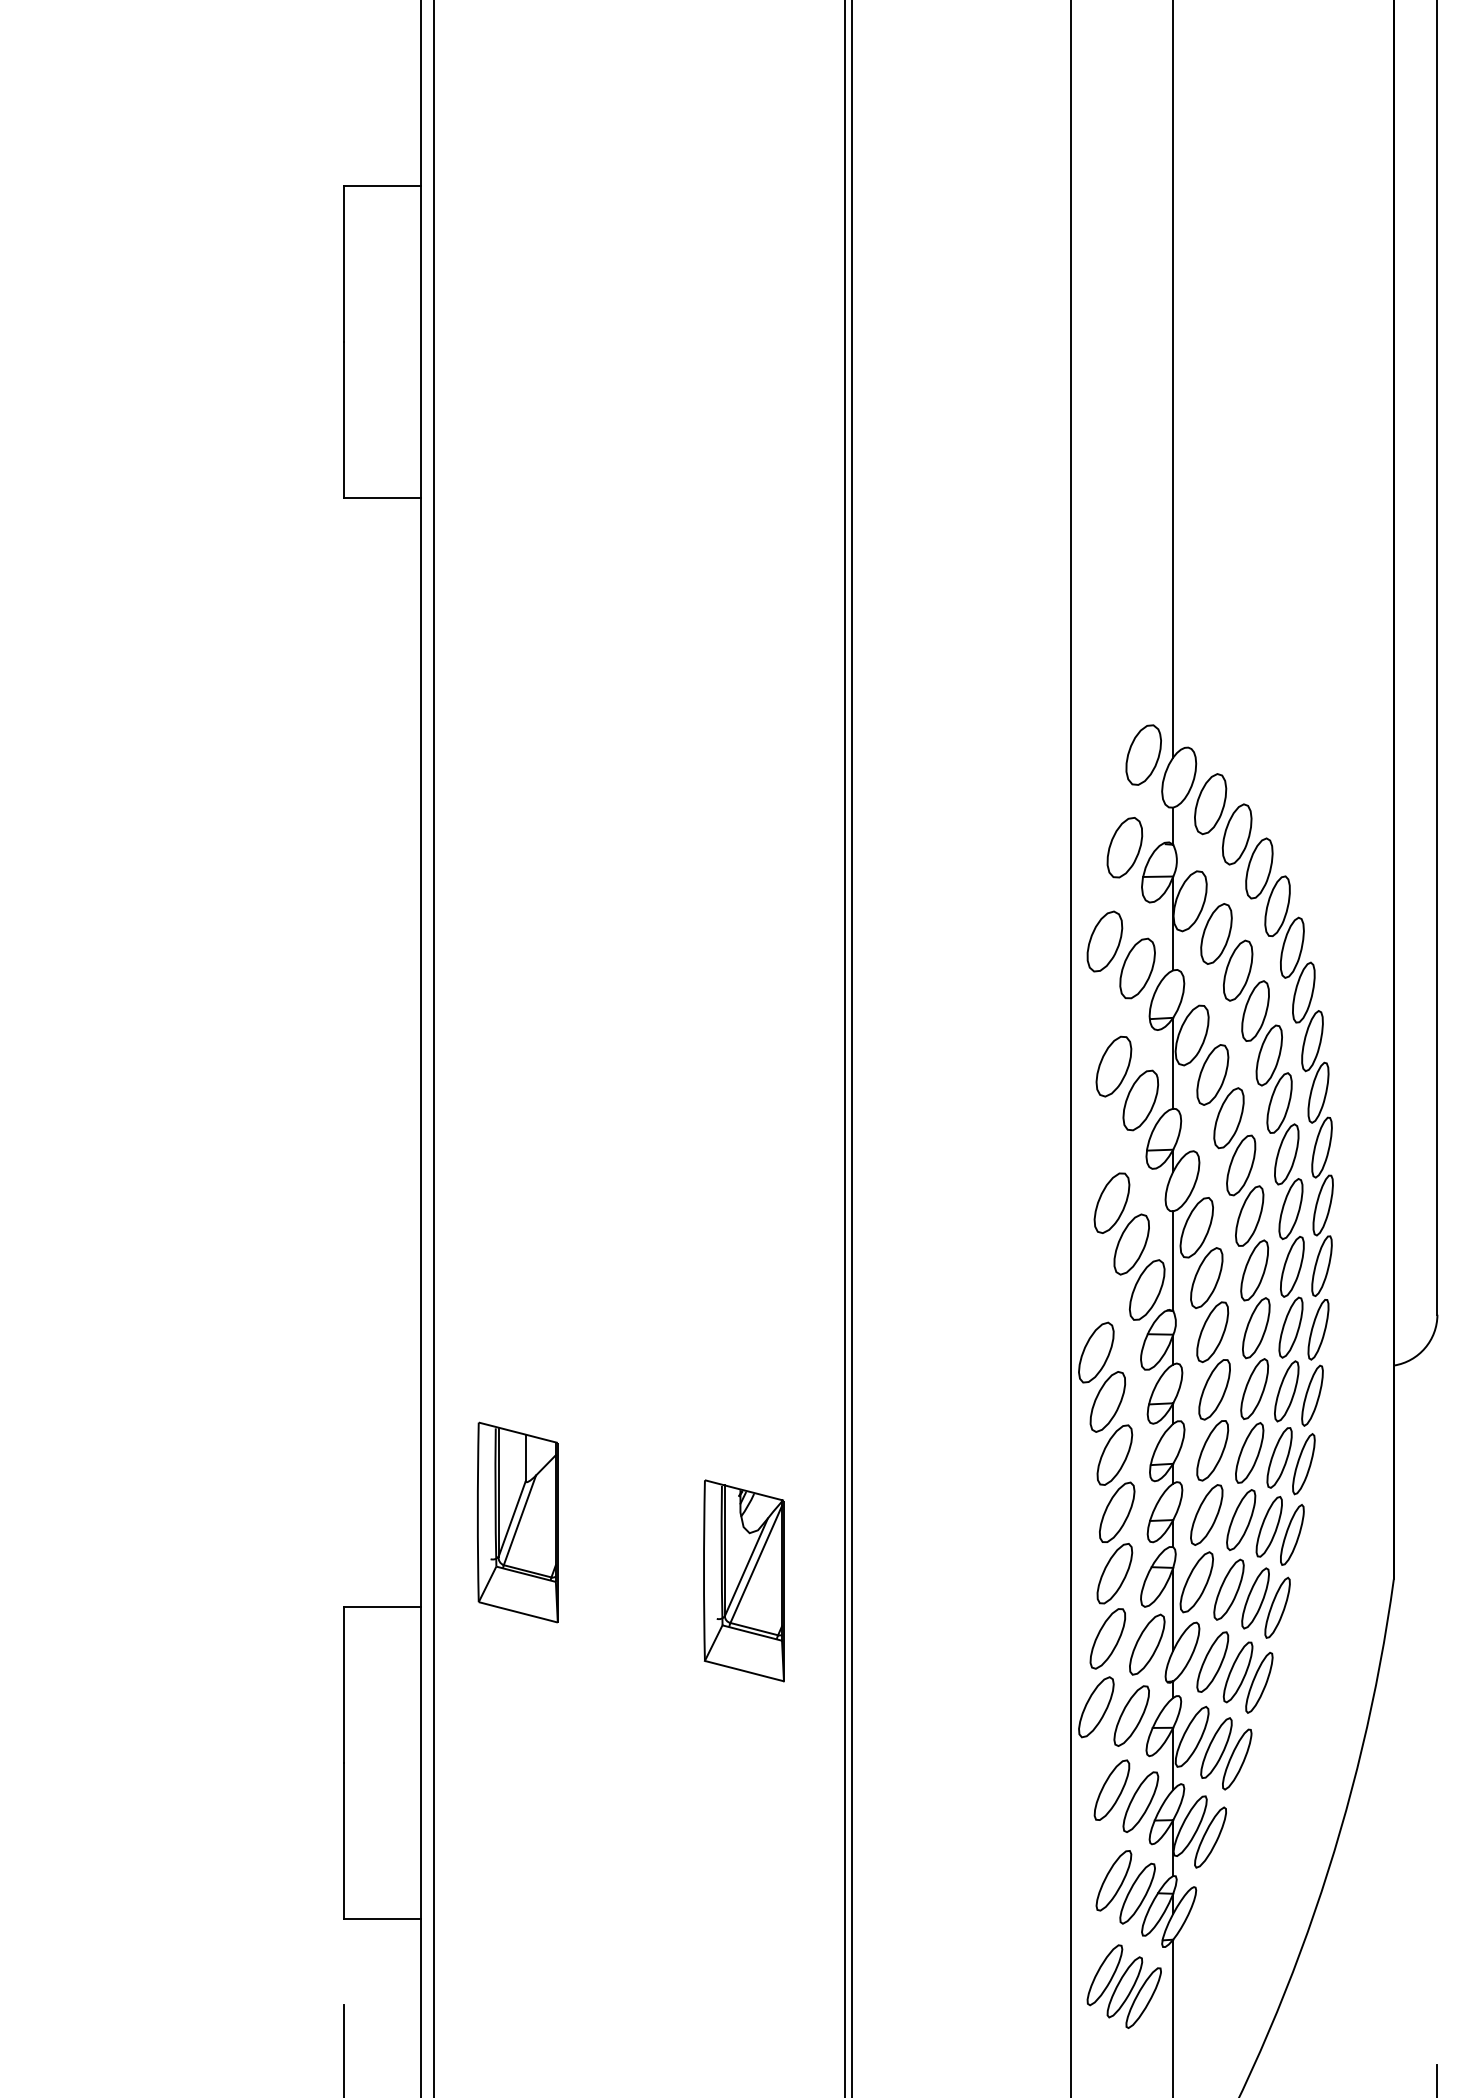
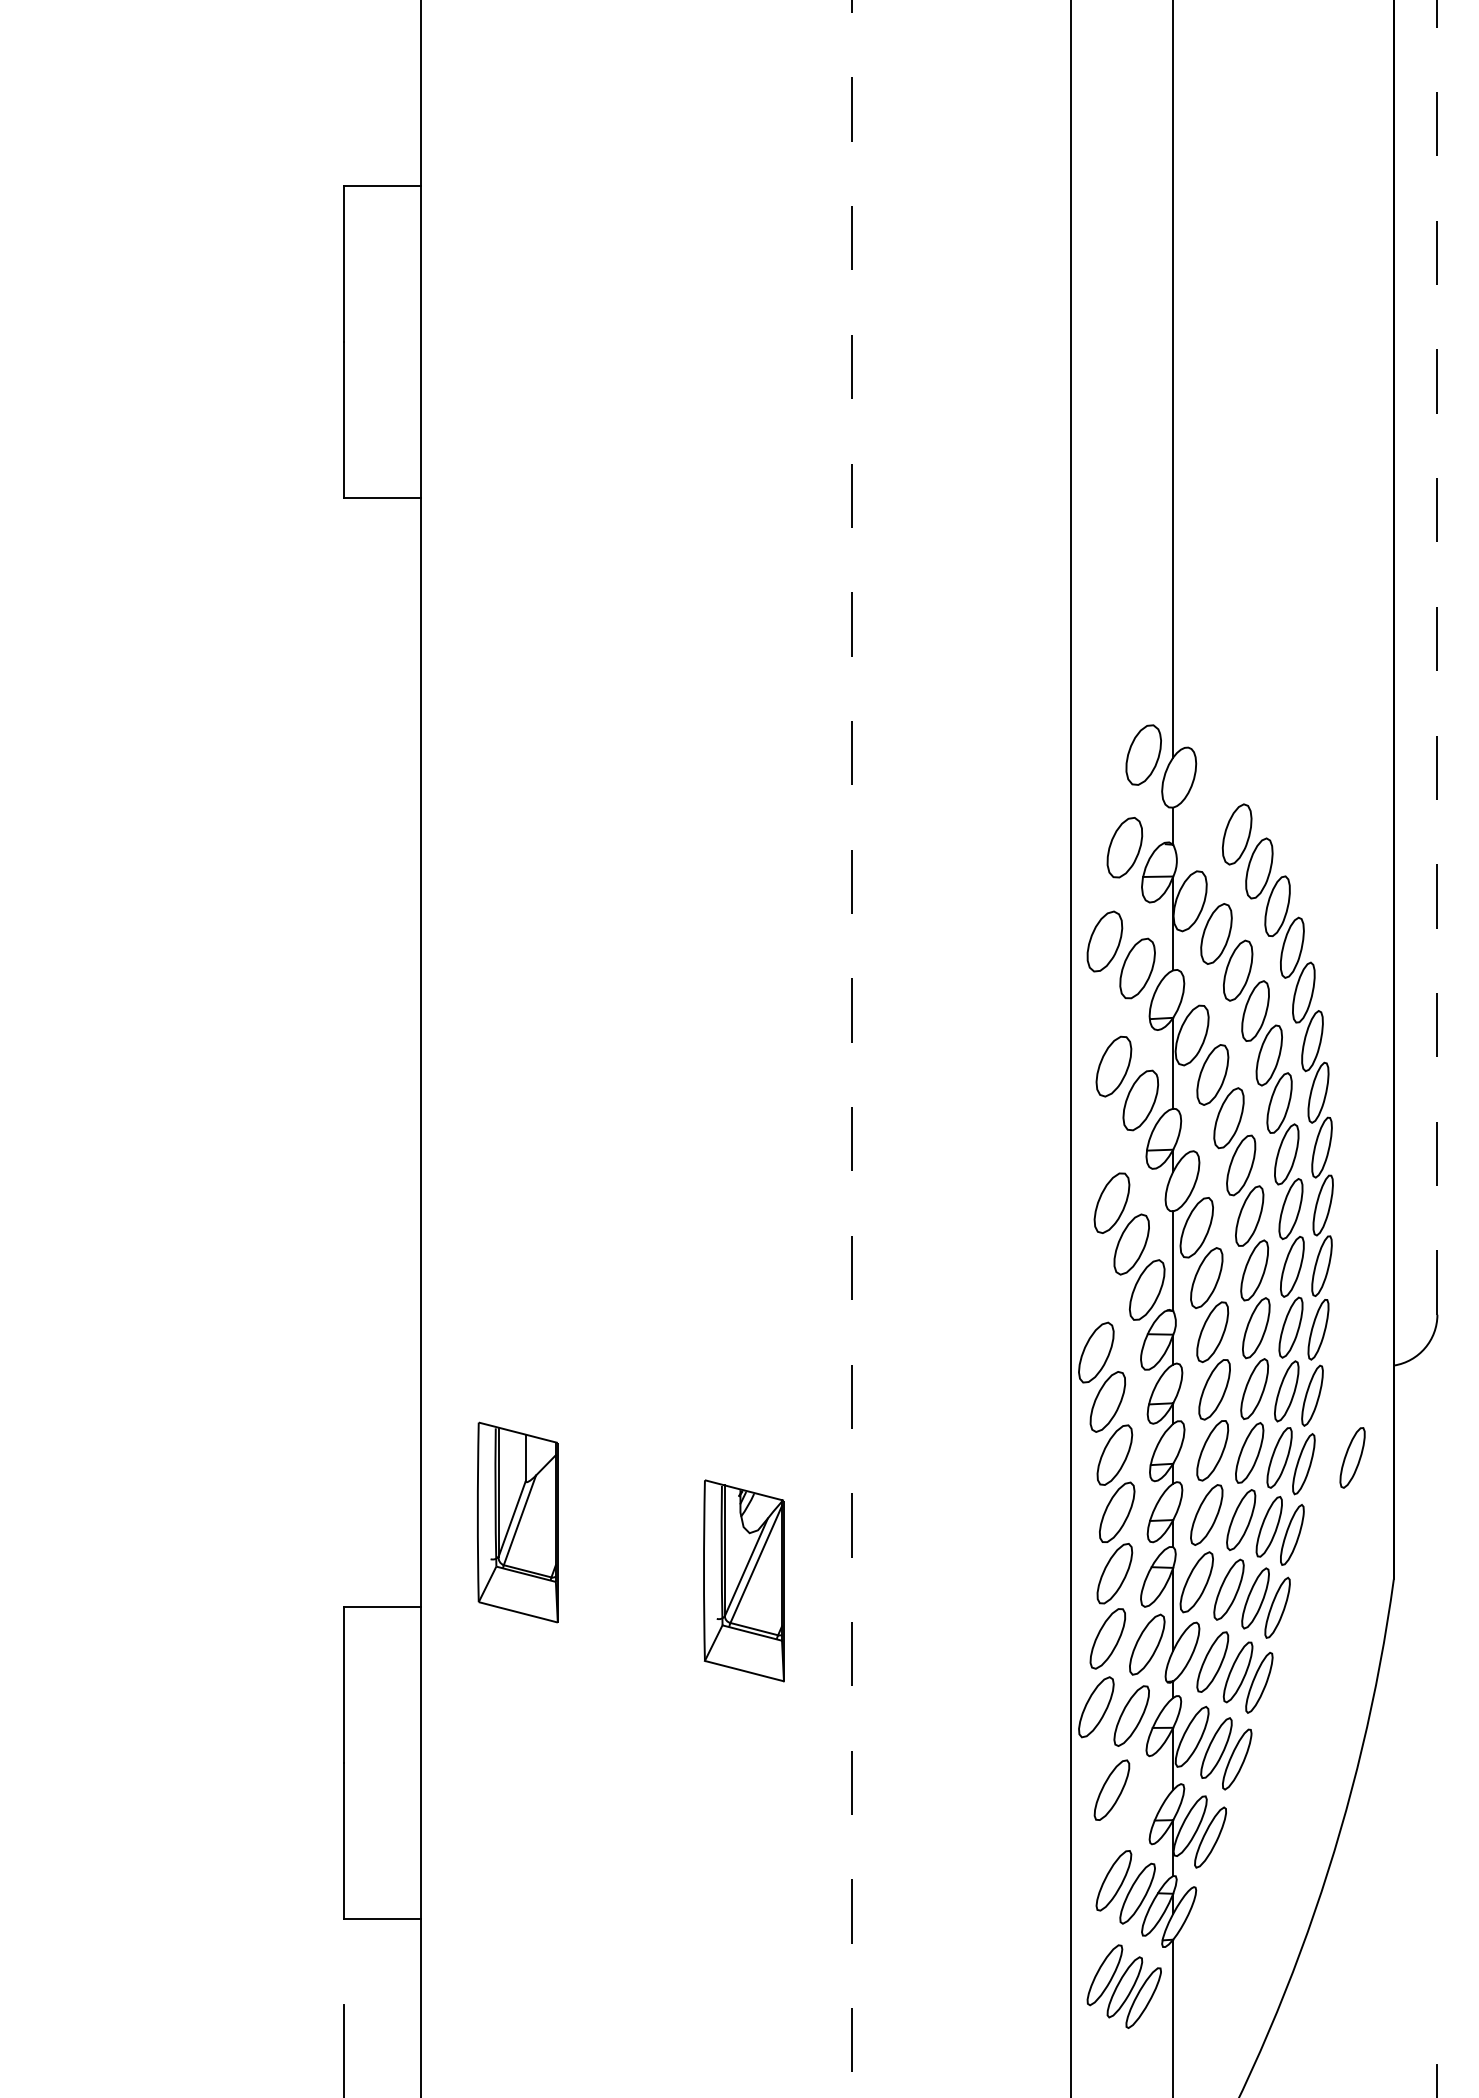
line at (1437, 656): solid -> dashed
part at (1210, 804): present -> none
line at (434, 1048): present -> none
line at (844, 1048): present -> none
line at (851, 1049): solid -> dashed
part at (1352, 1457): none -> present
part at (1140, 1801): present -> none
